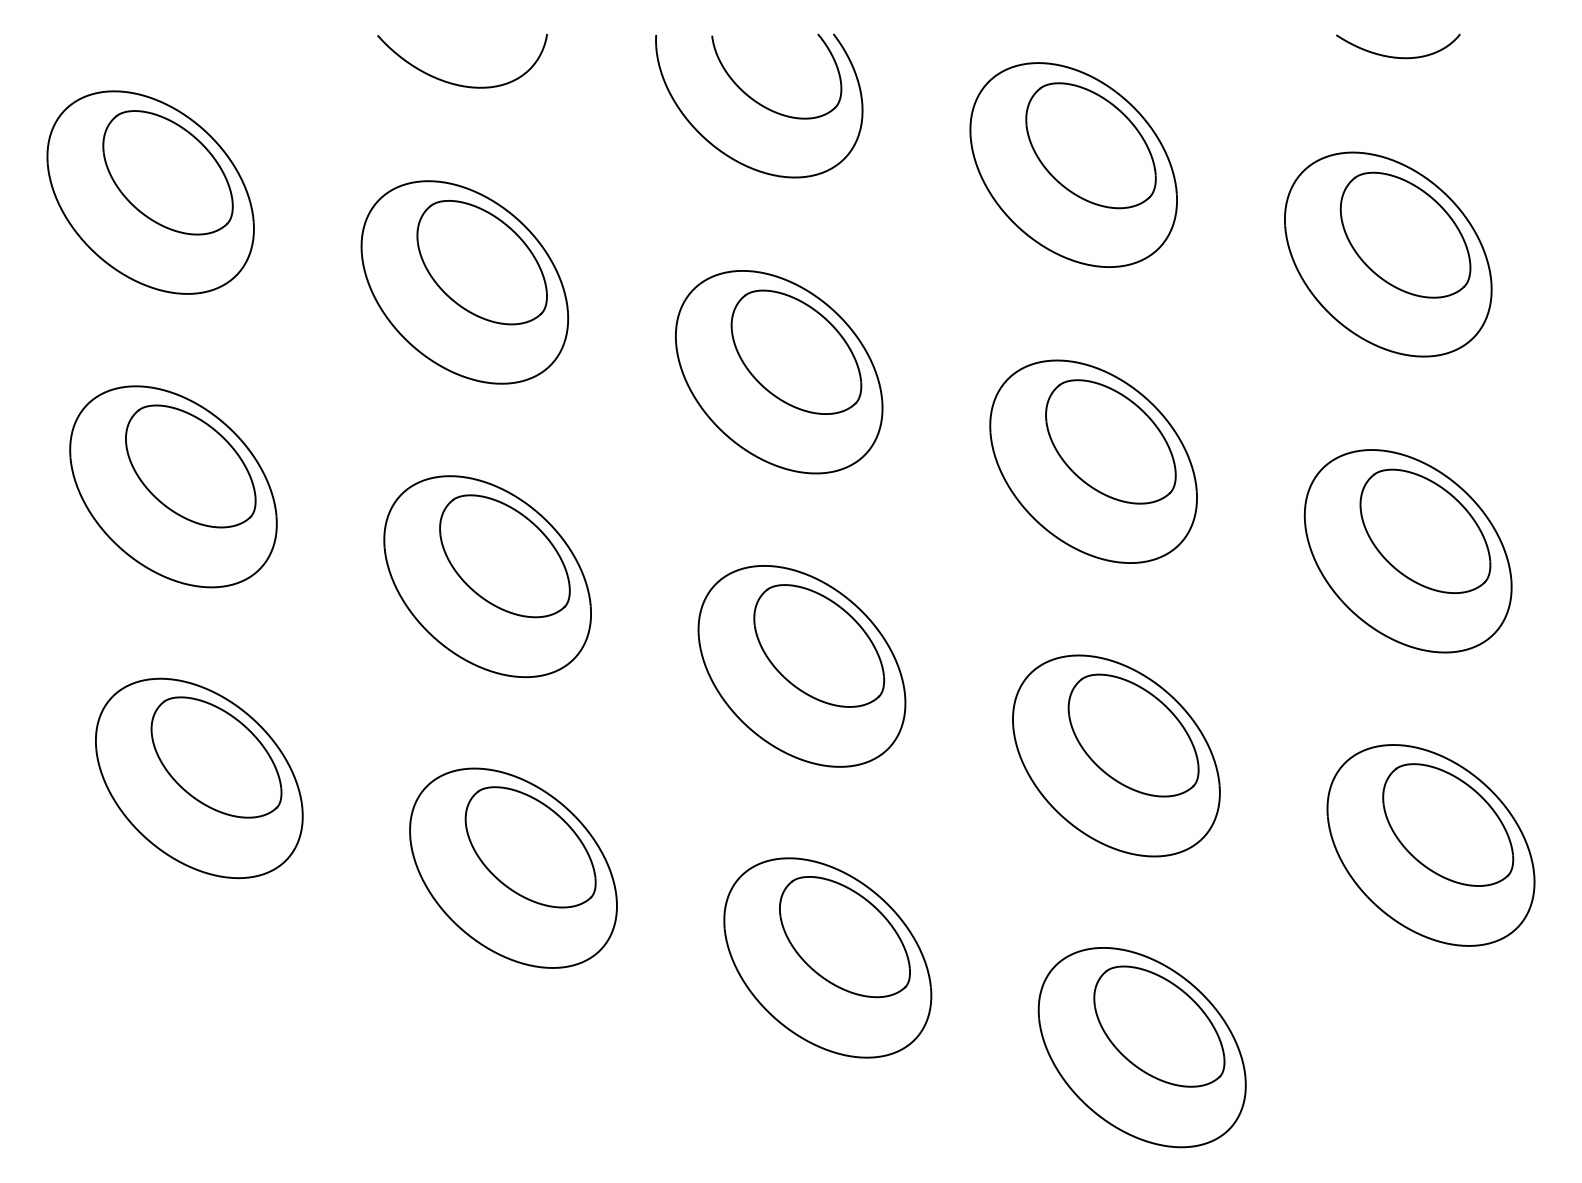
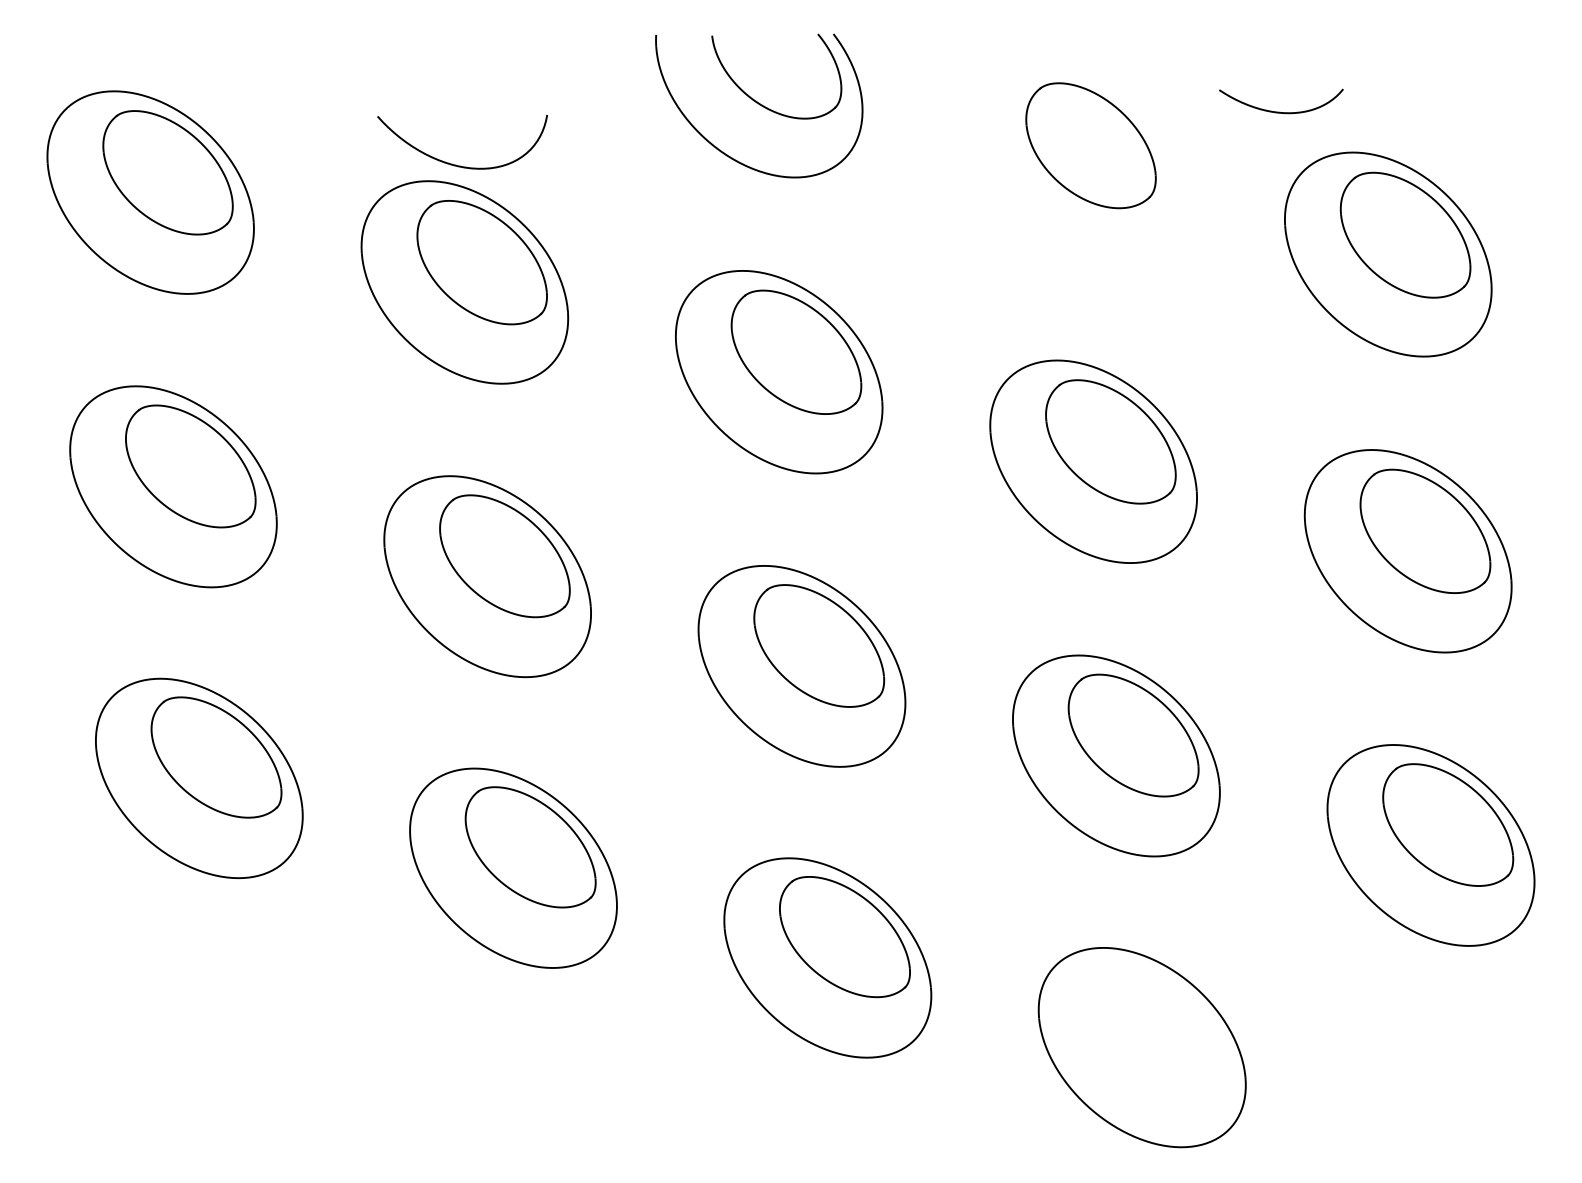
curve at (1396, 56) position: (1396, 56) -> (1279, 111)
curve at (456, 83) position: (456, 83) -> (456, 164)
part at (1073, 164): present -> none
part at (1159, 1026): present -> none
